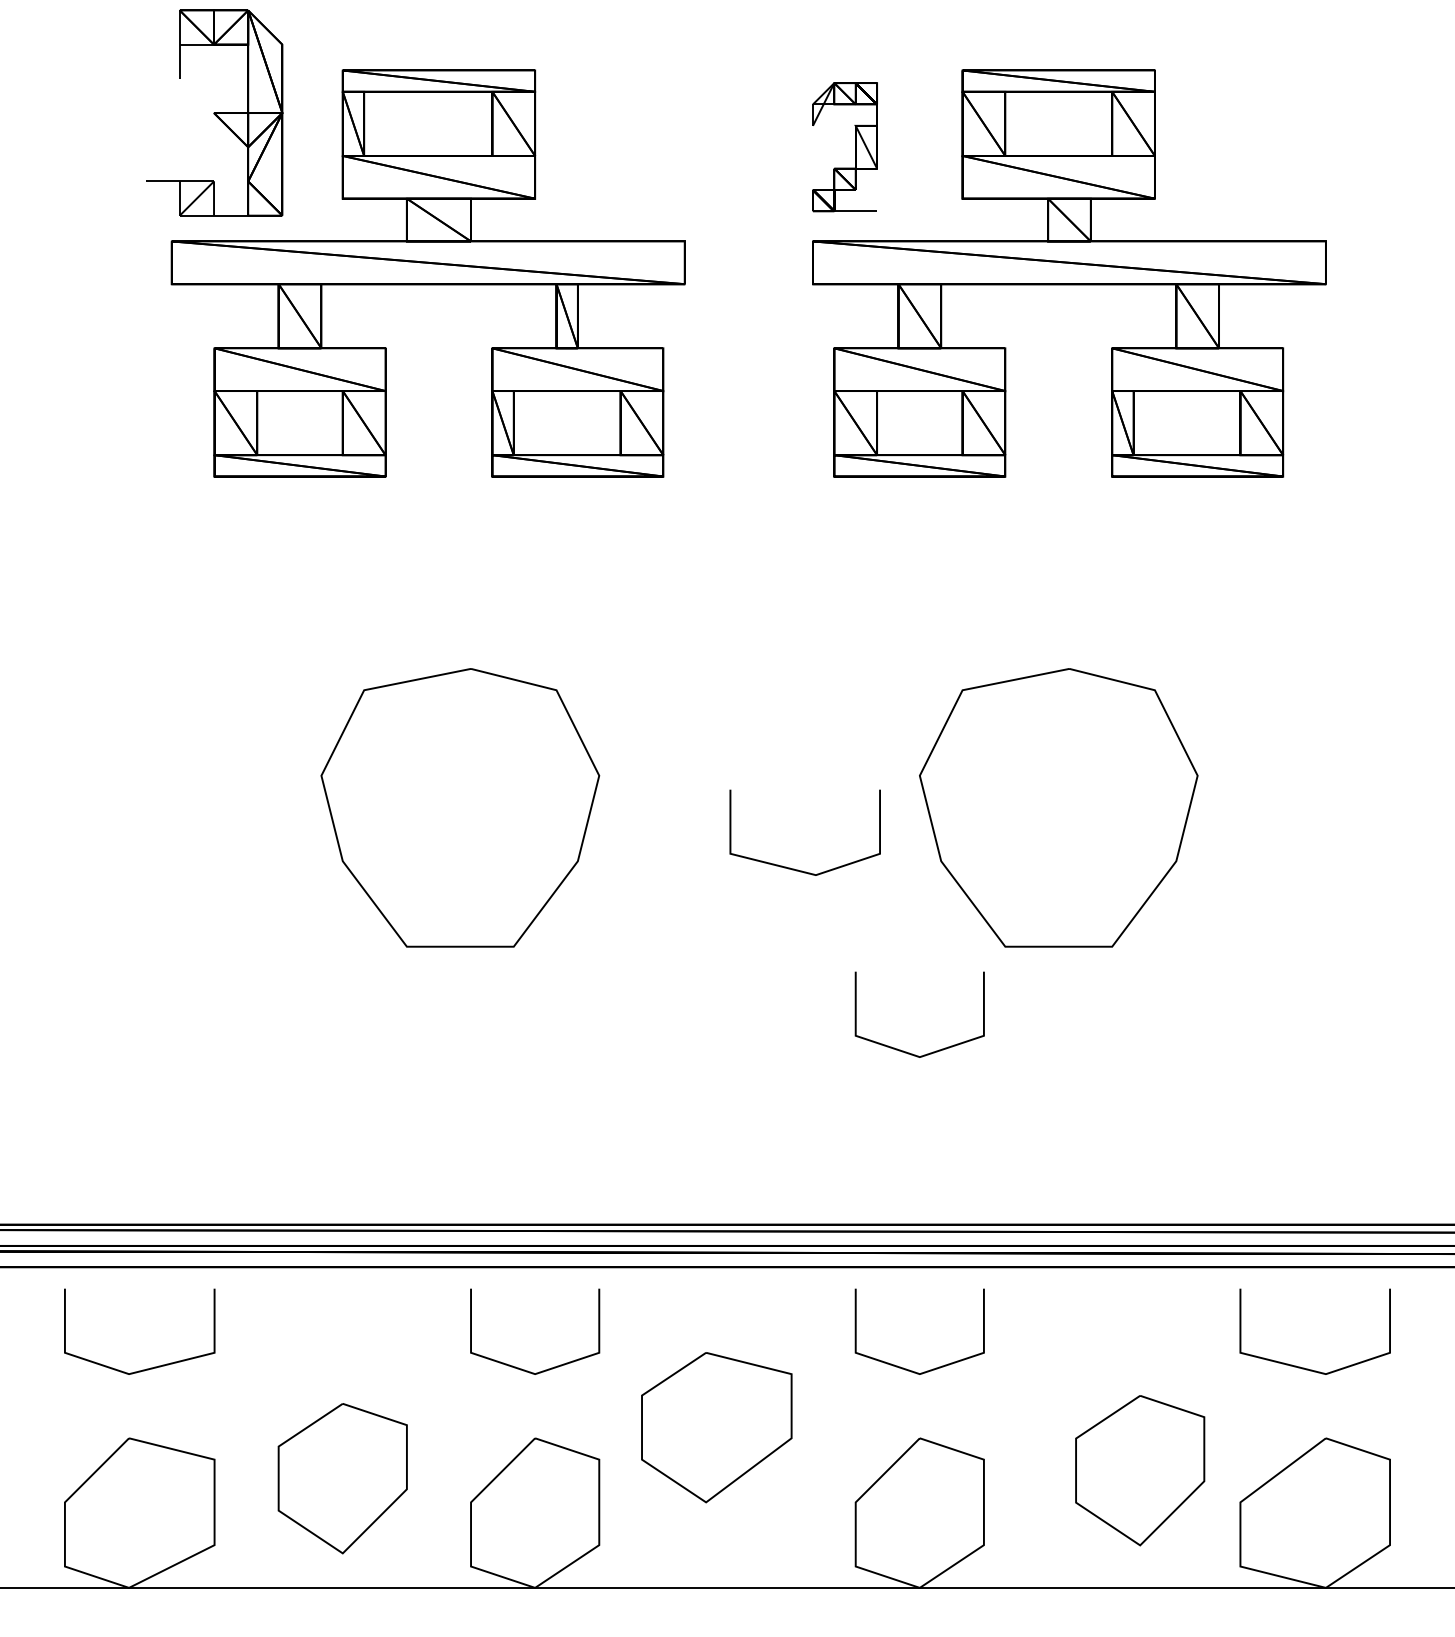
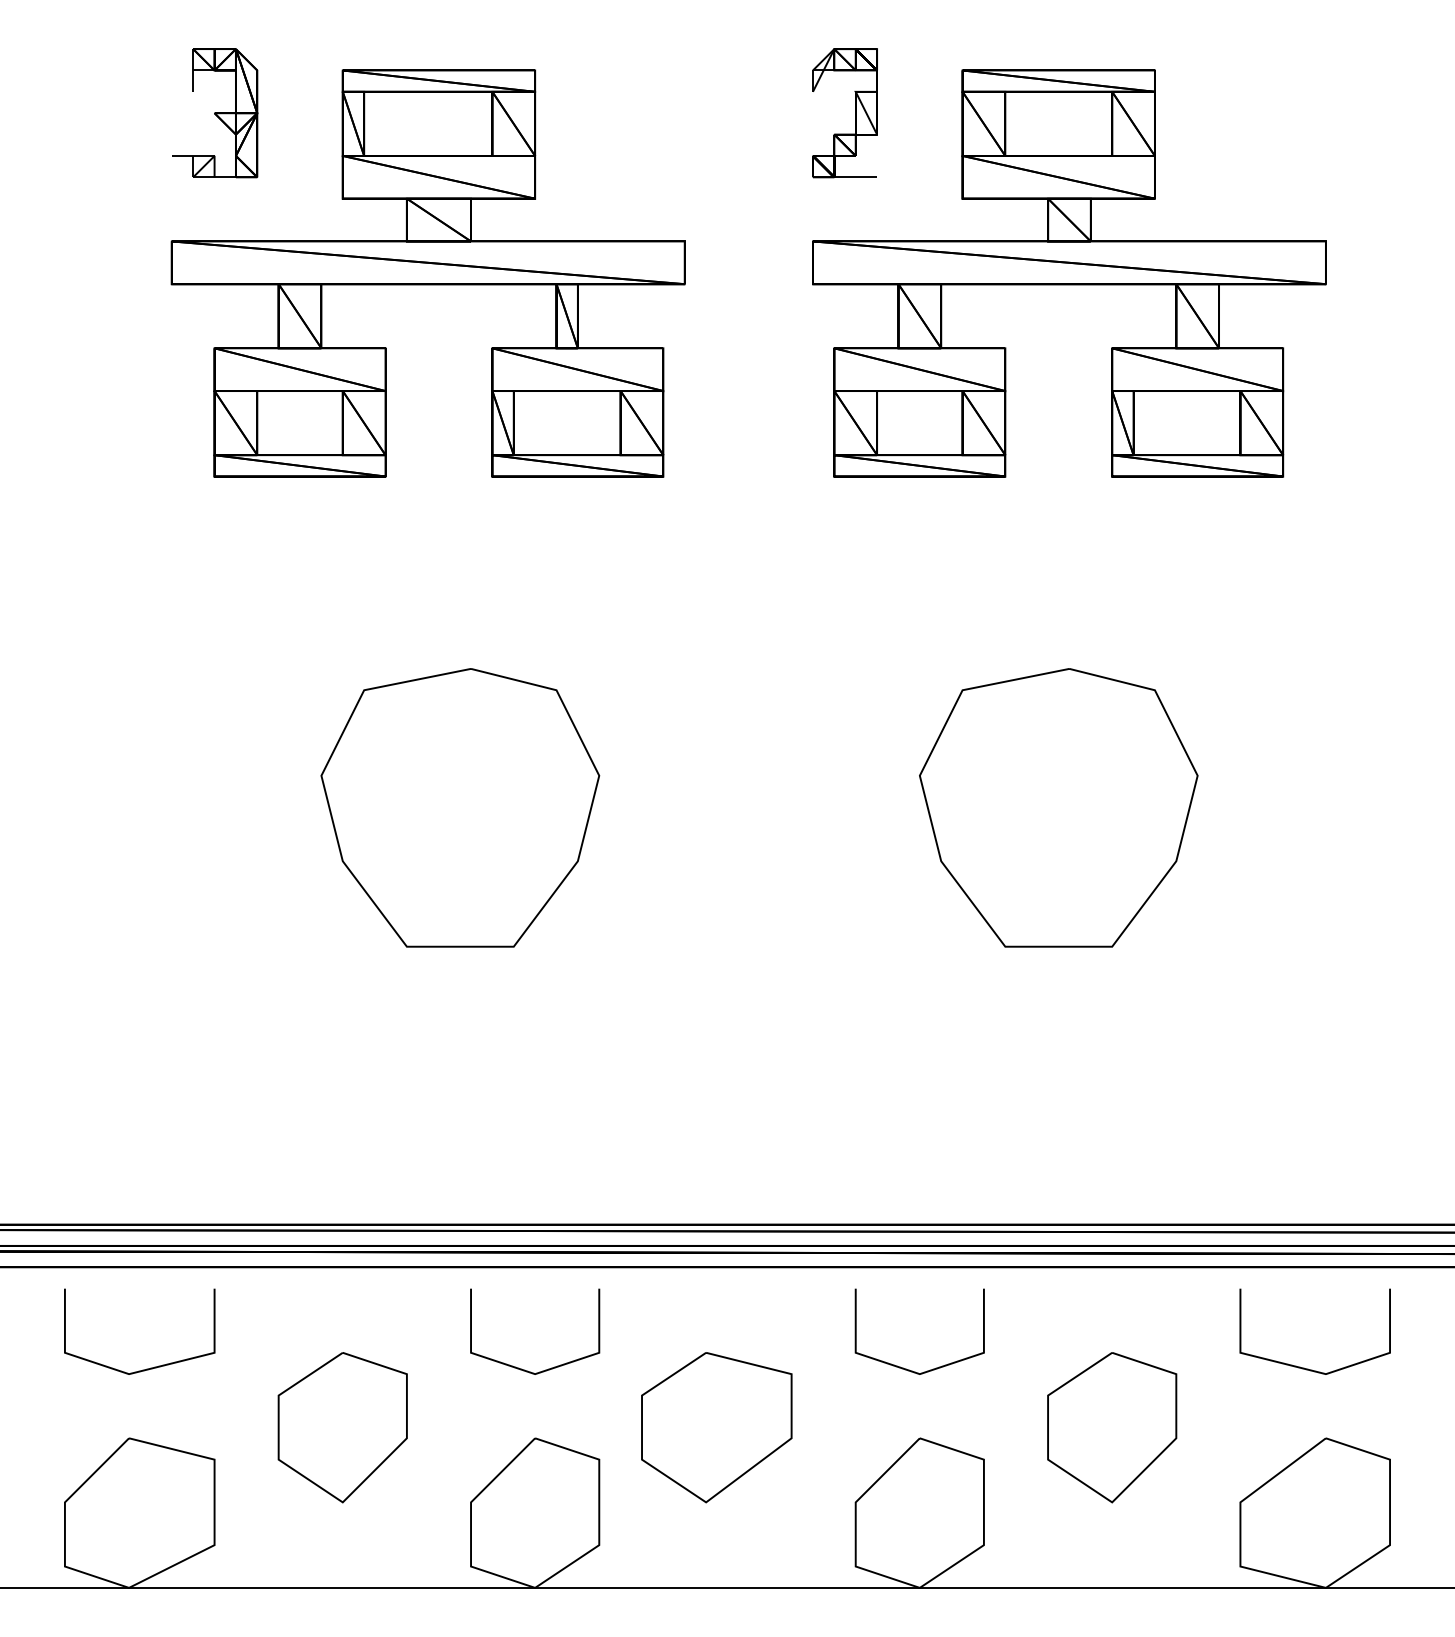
part at (214, 112) size: 138x208 px -> 87x131 px
part at (855, 147) position: (855, 147) -> (855, 113)
part at (794, 868): present -> none
part at (906, 1051): present -> none
part at (1140, 1470) position: (1140, 1470) -> (1112, 1427)
part at (342, 1478) position: (342, 1478) -> (342, 1427)
